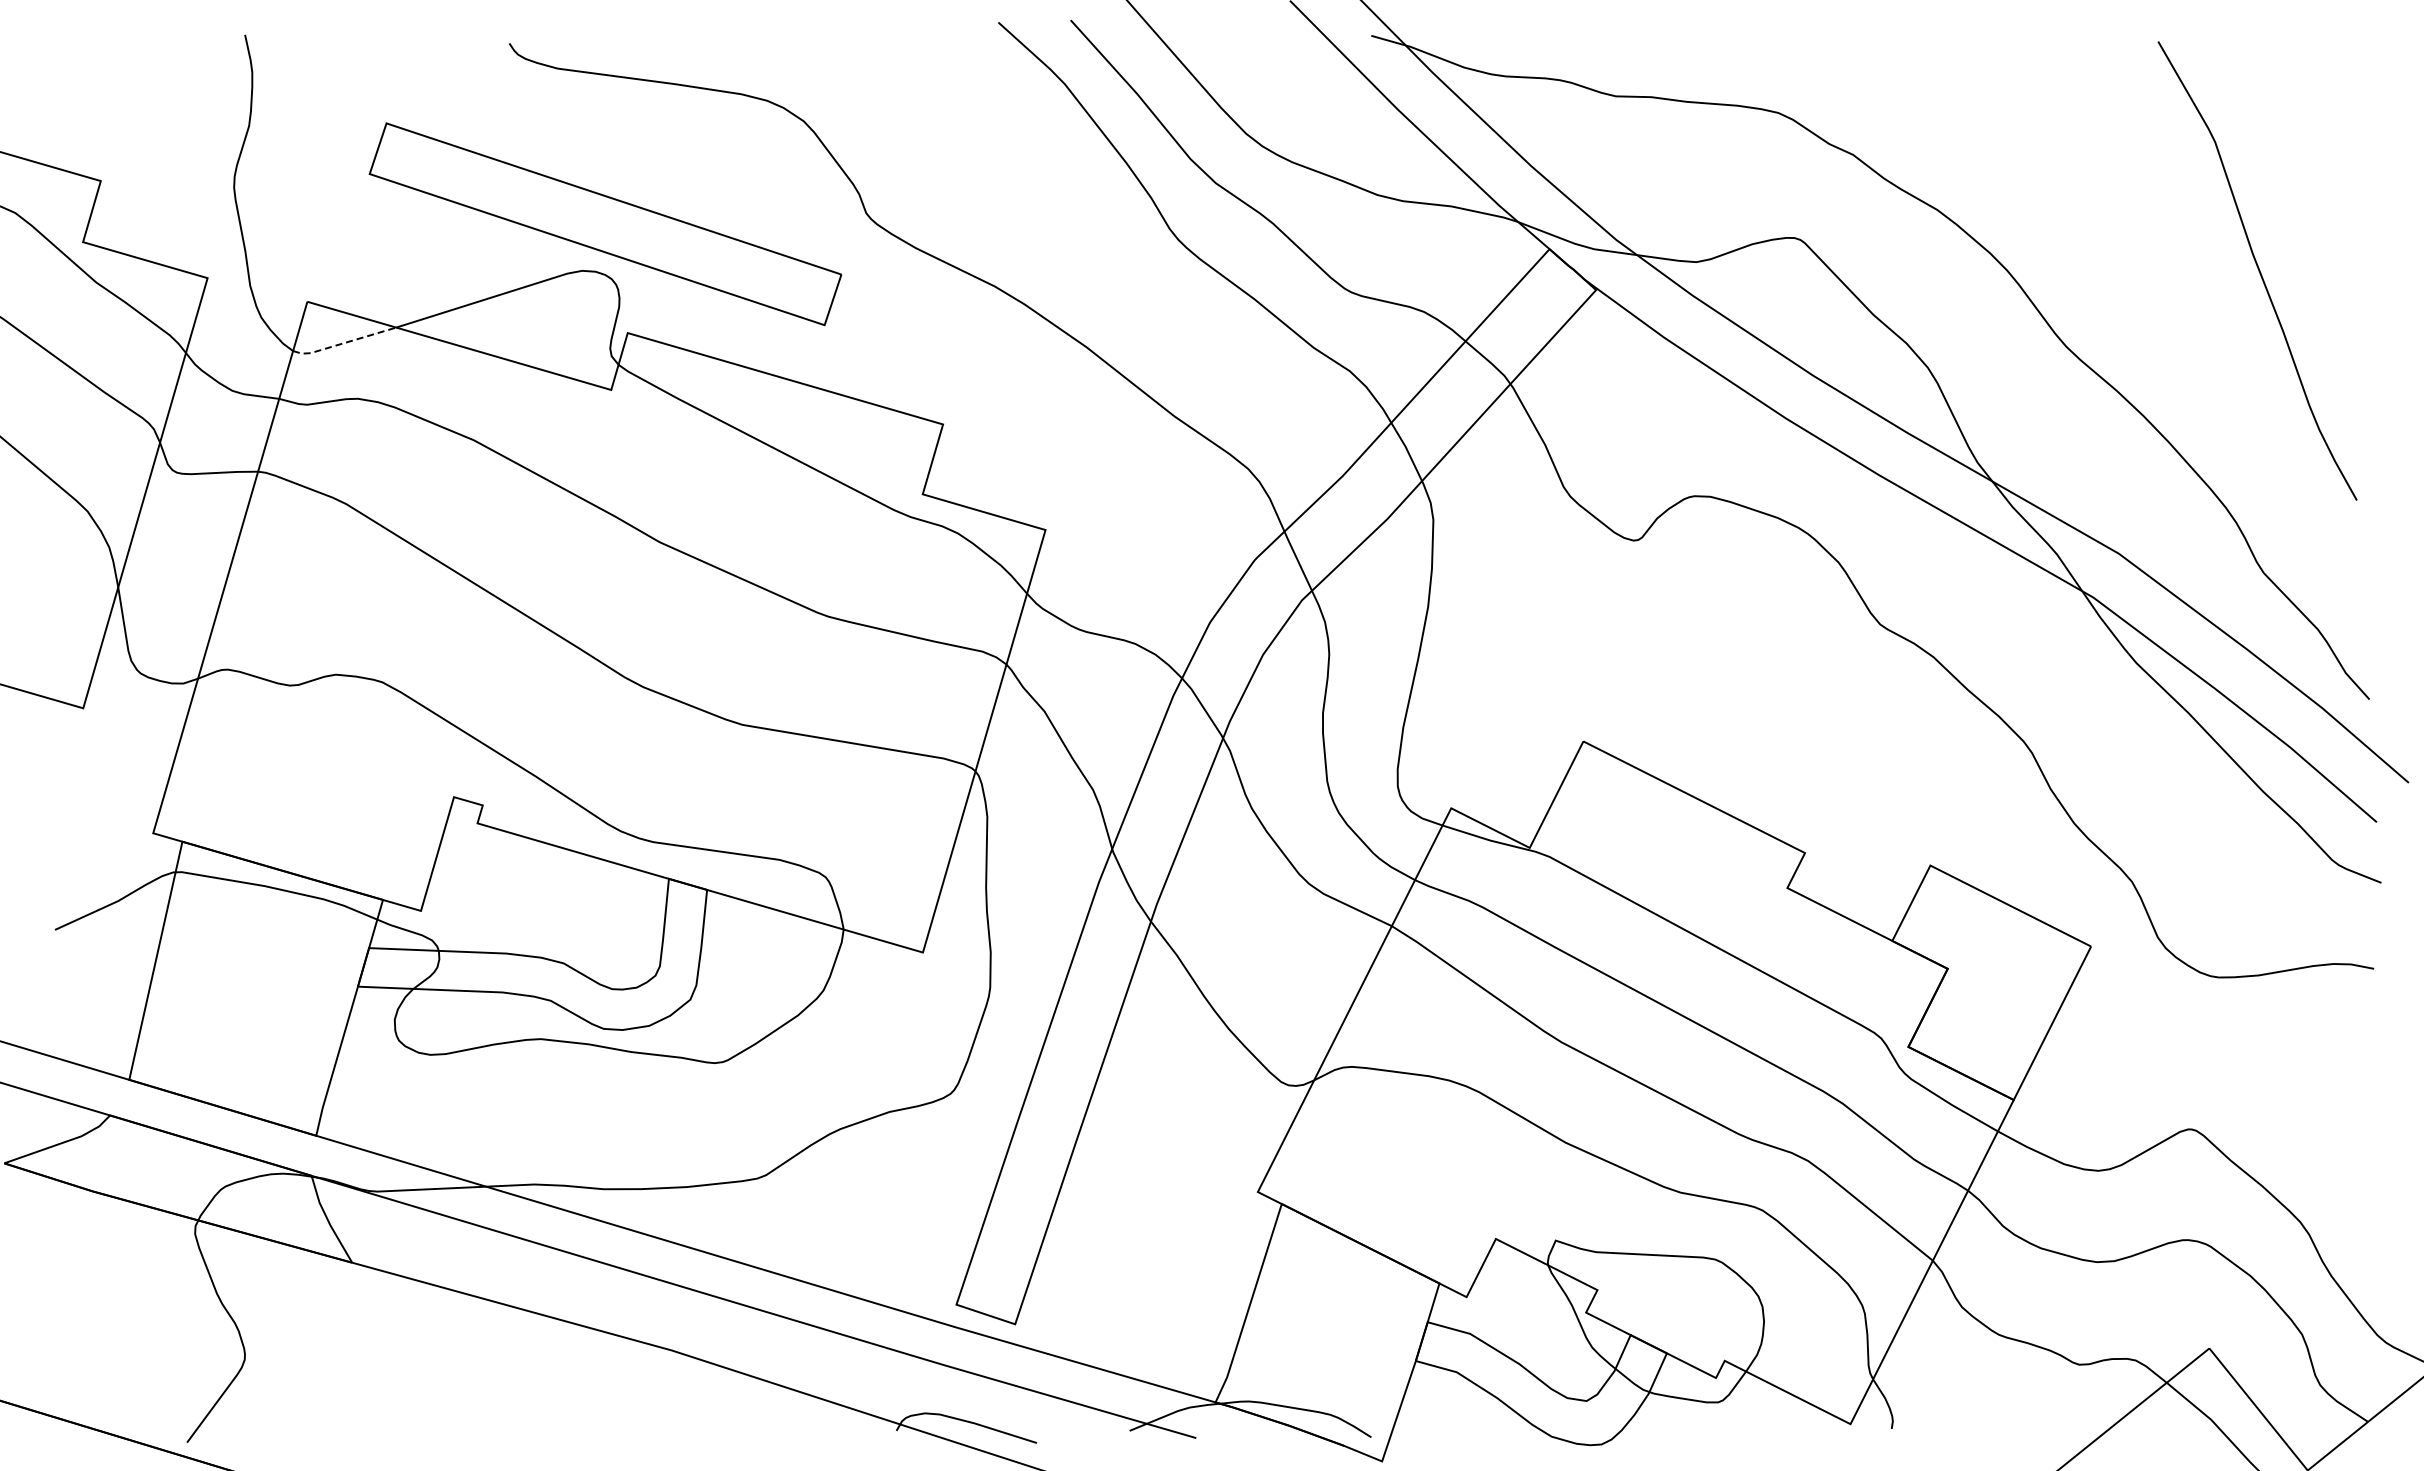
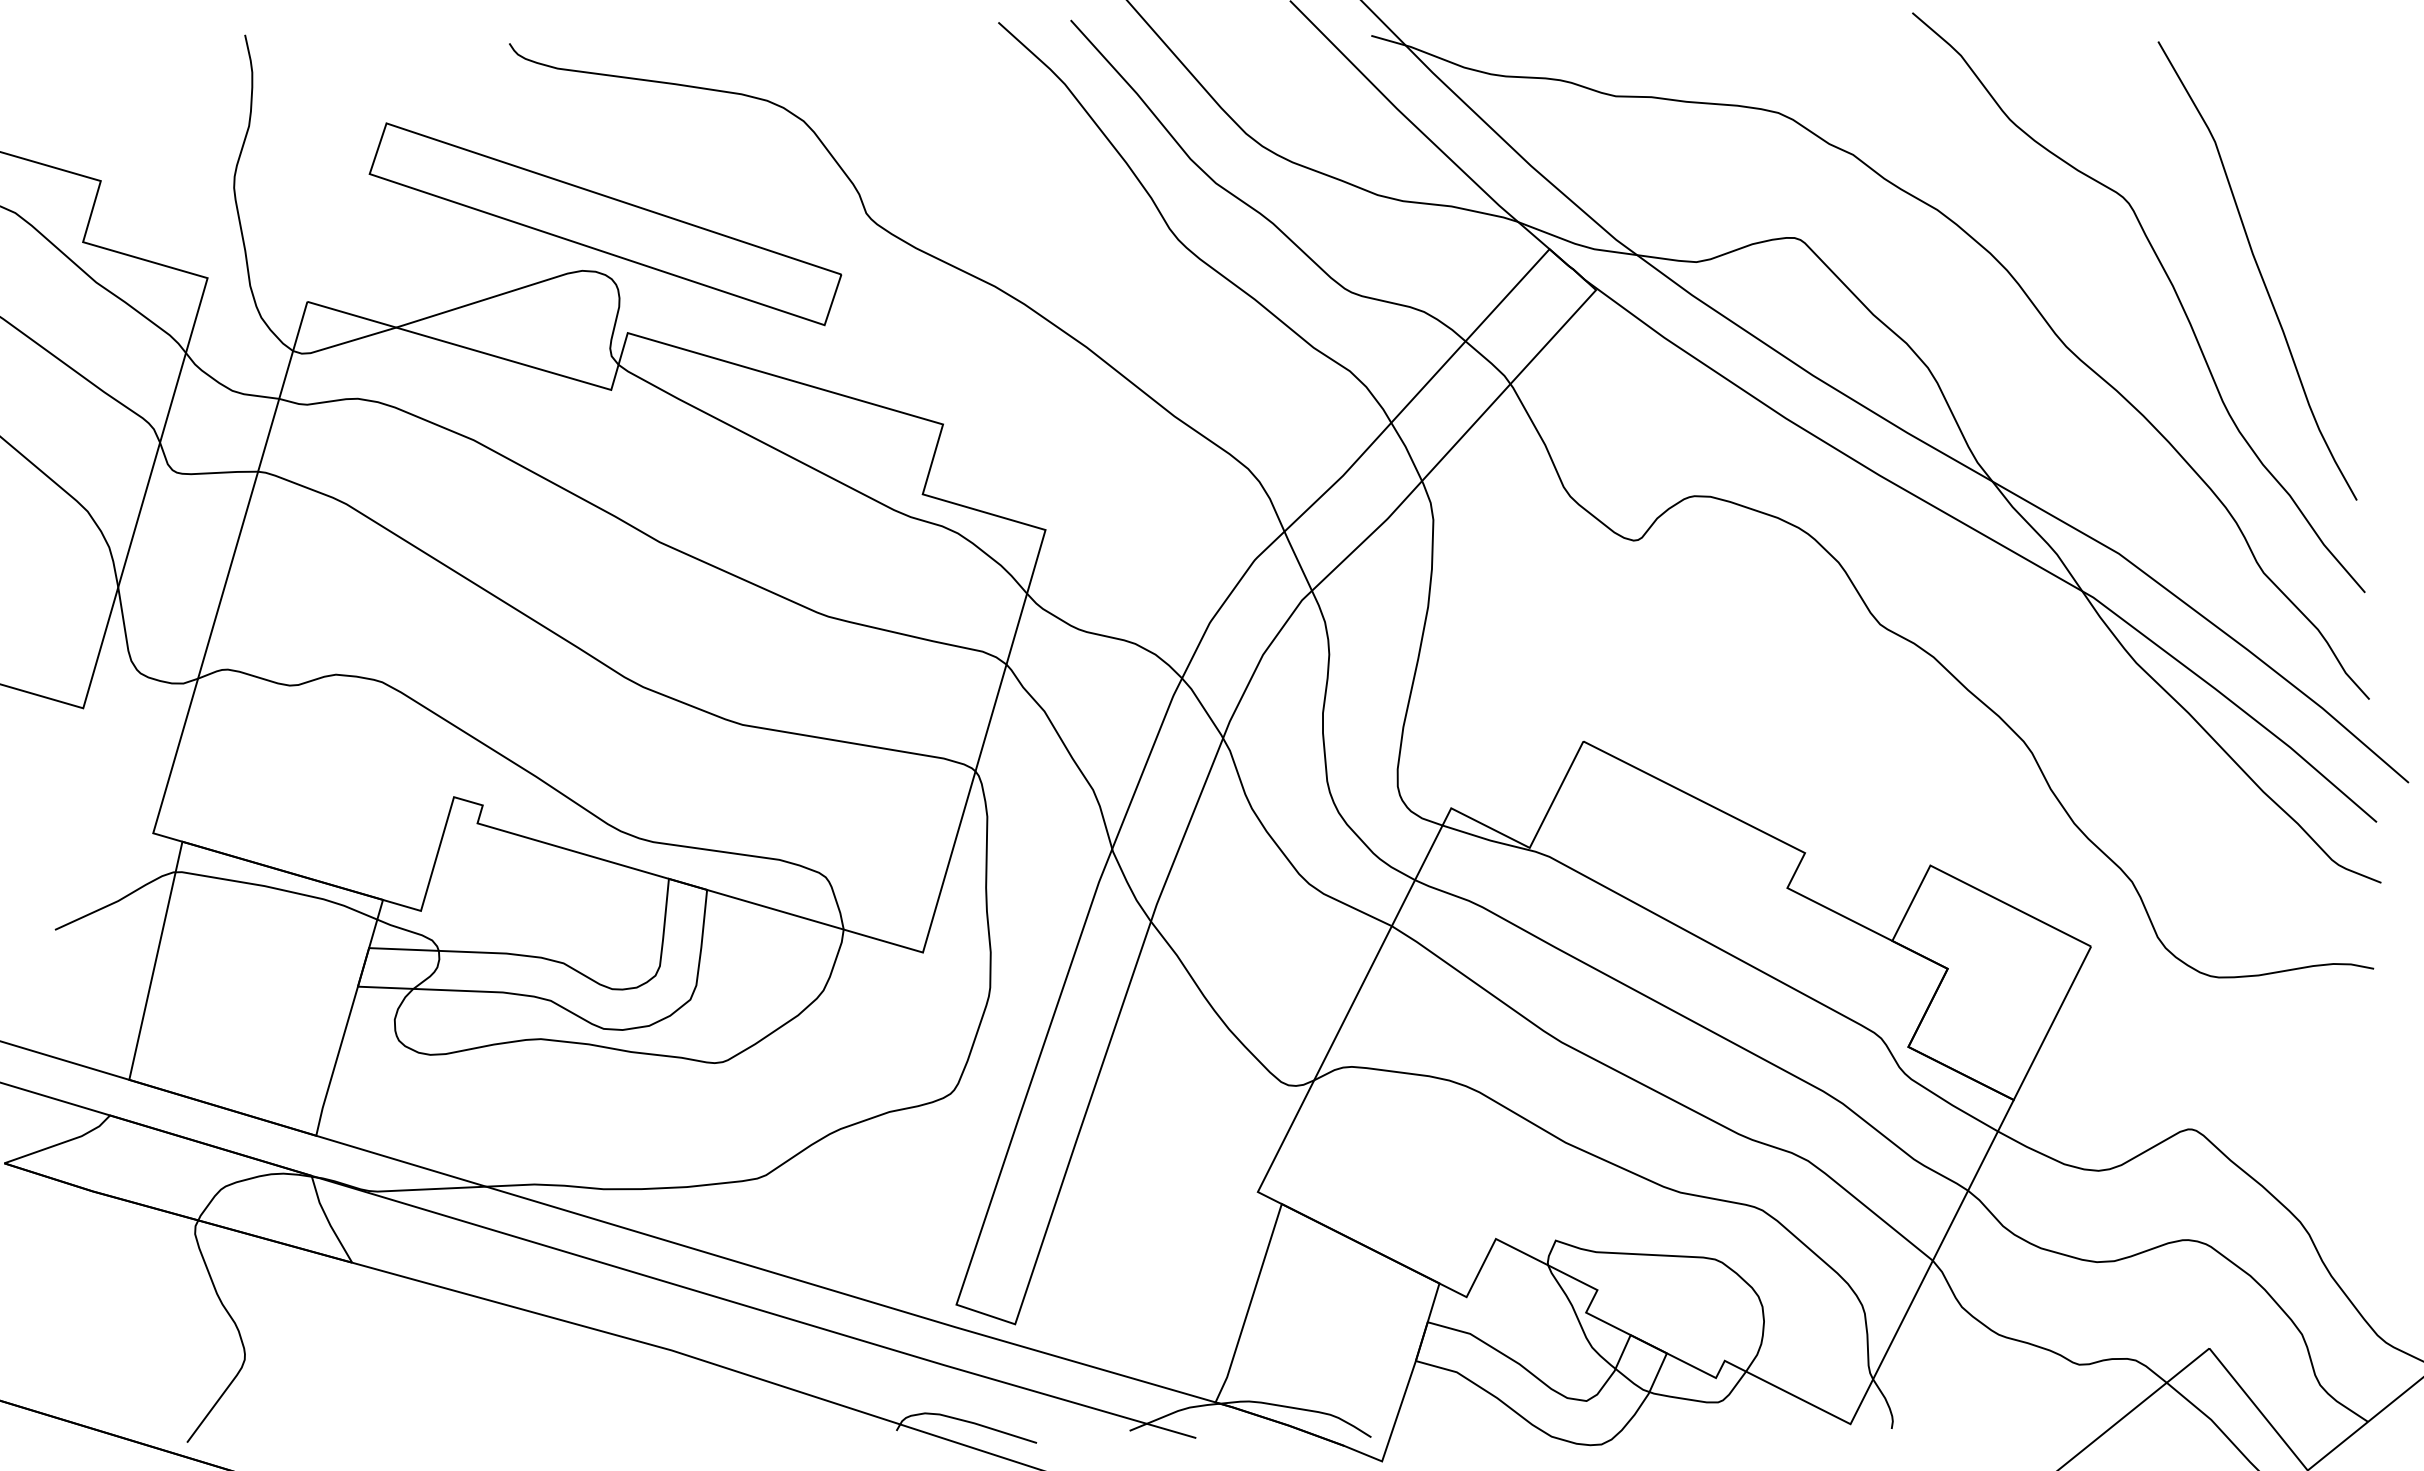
curve at (2171, 285): none -> present
line at (343, 343): dashed -> solid
